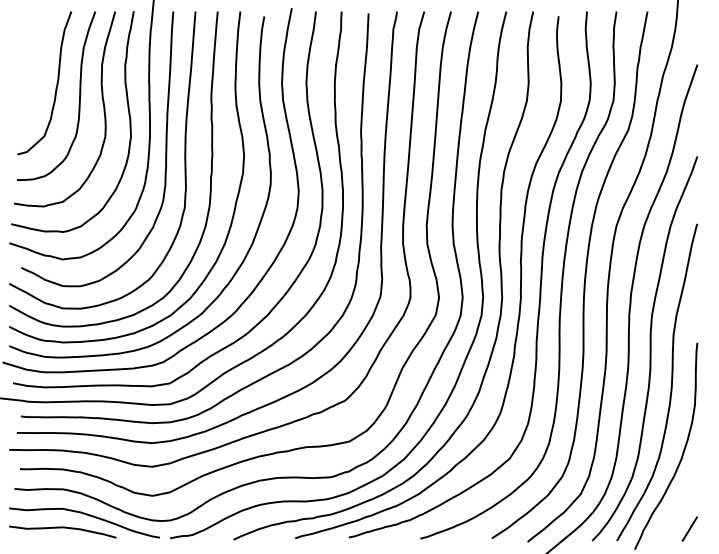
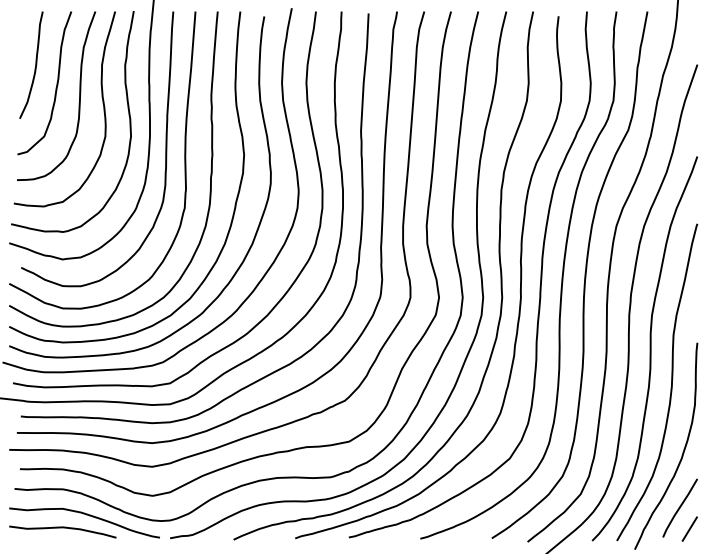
curve at (35, 64): none -> present
line at (679, 507): none -> present
